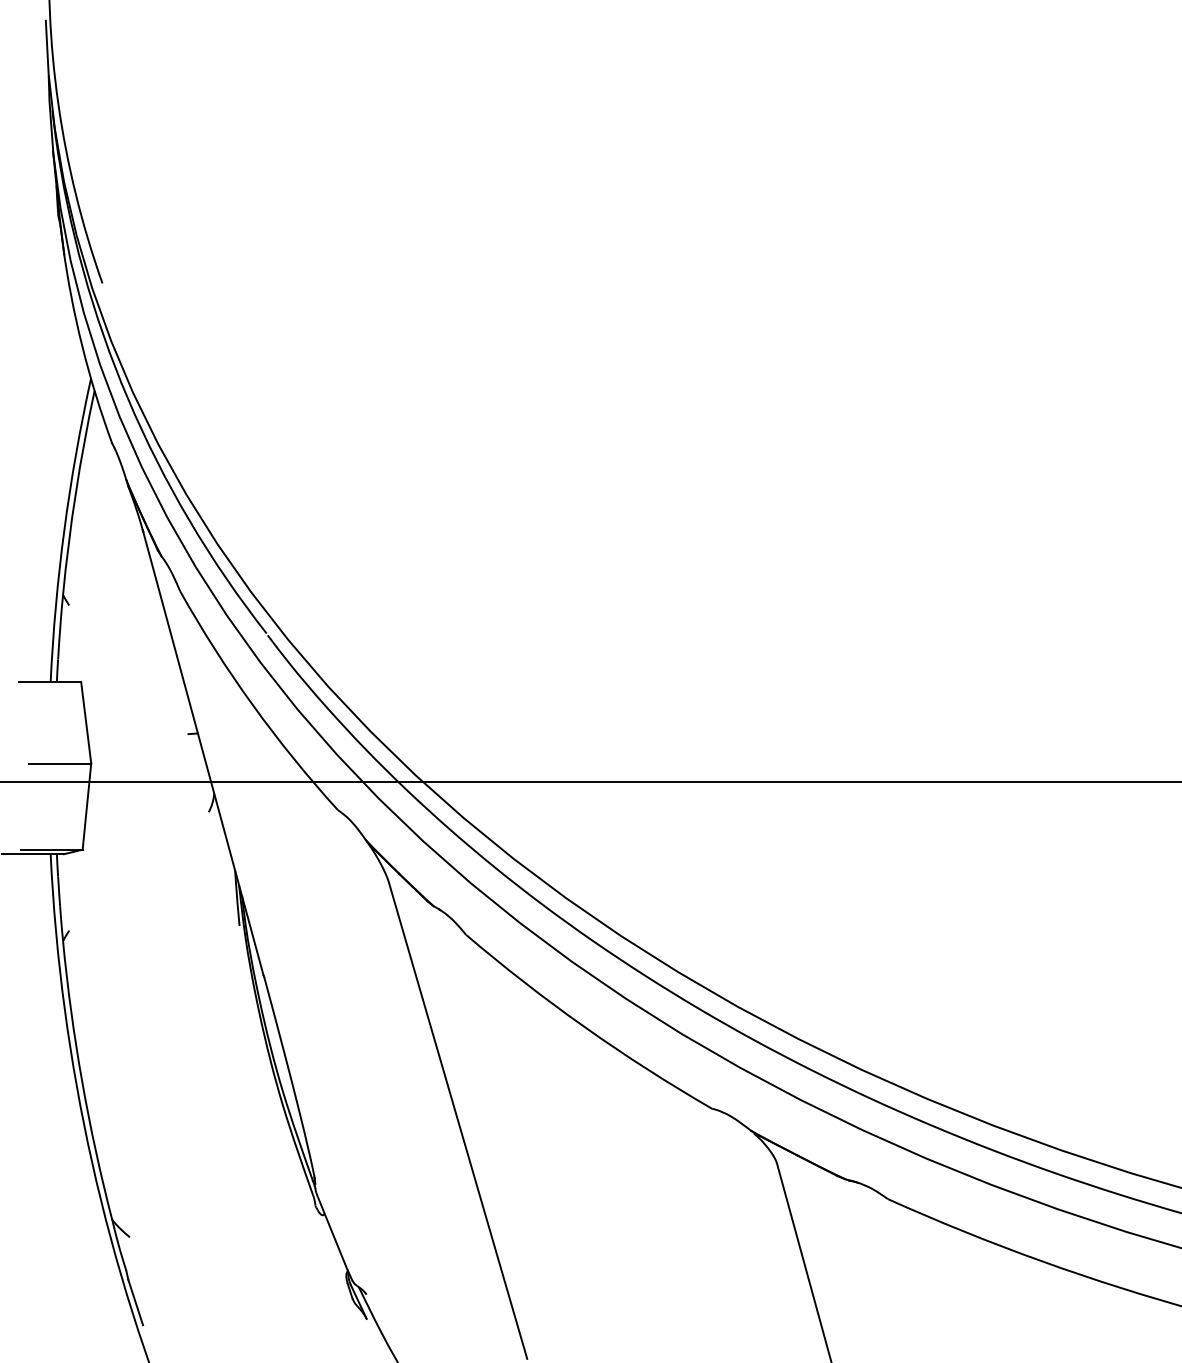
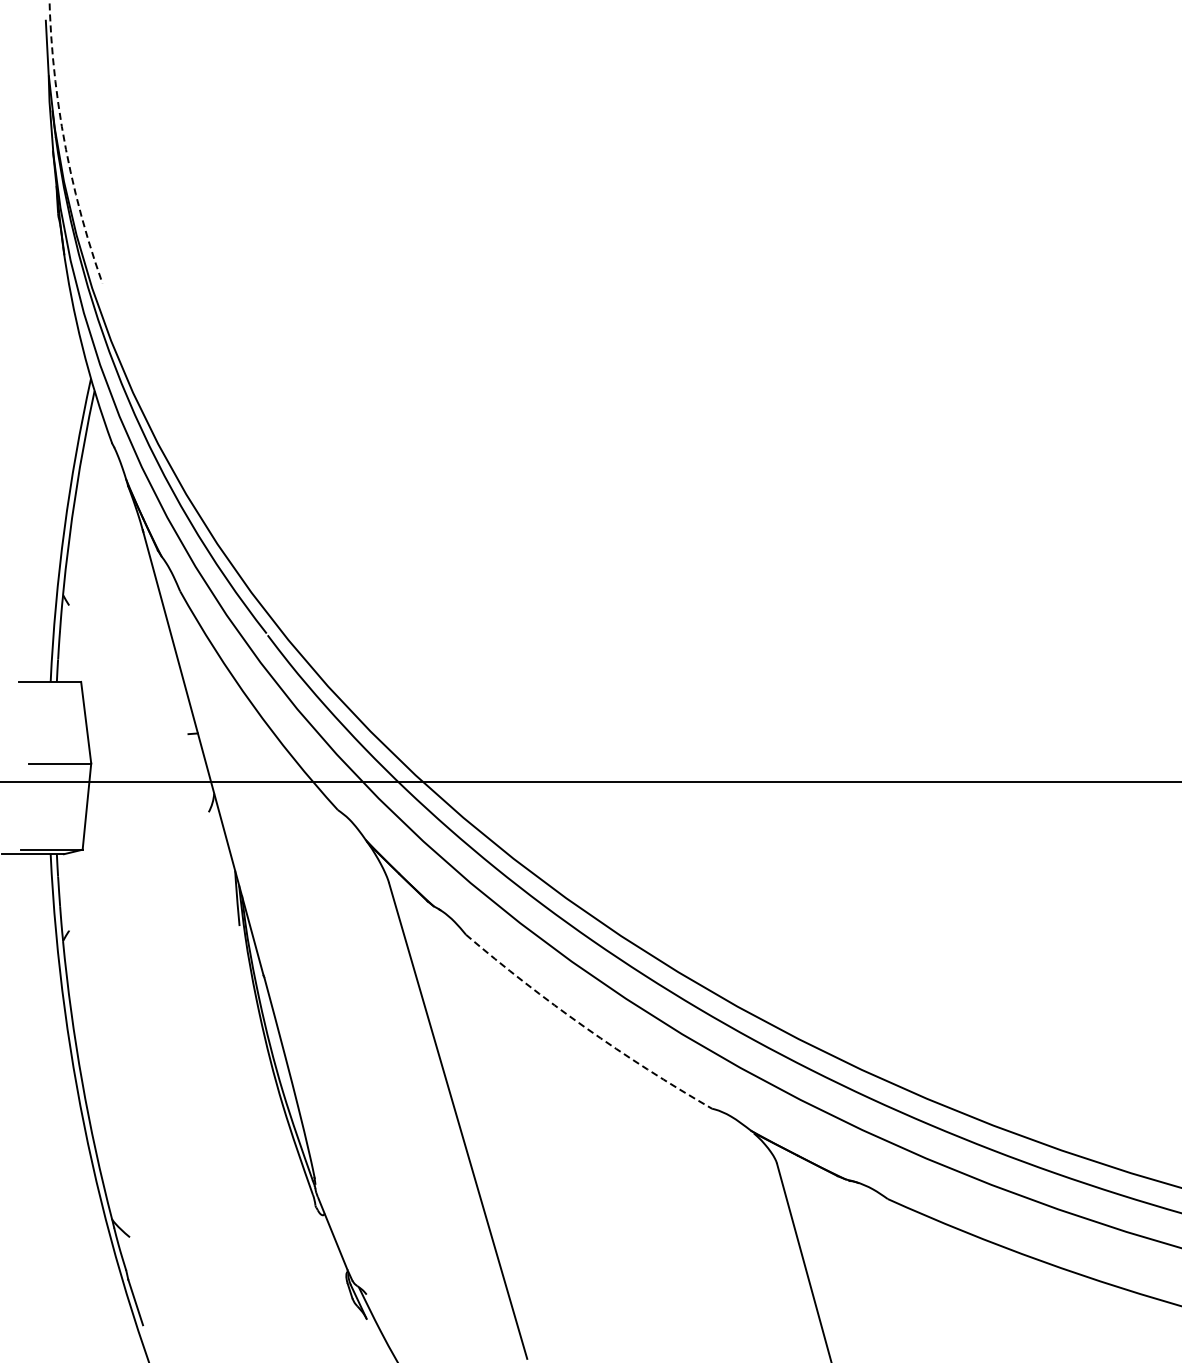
arc at (65, 145): solid -> dashed
arc at (585, 1027): solid -> dashed
